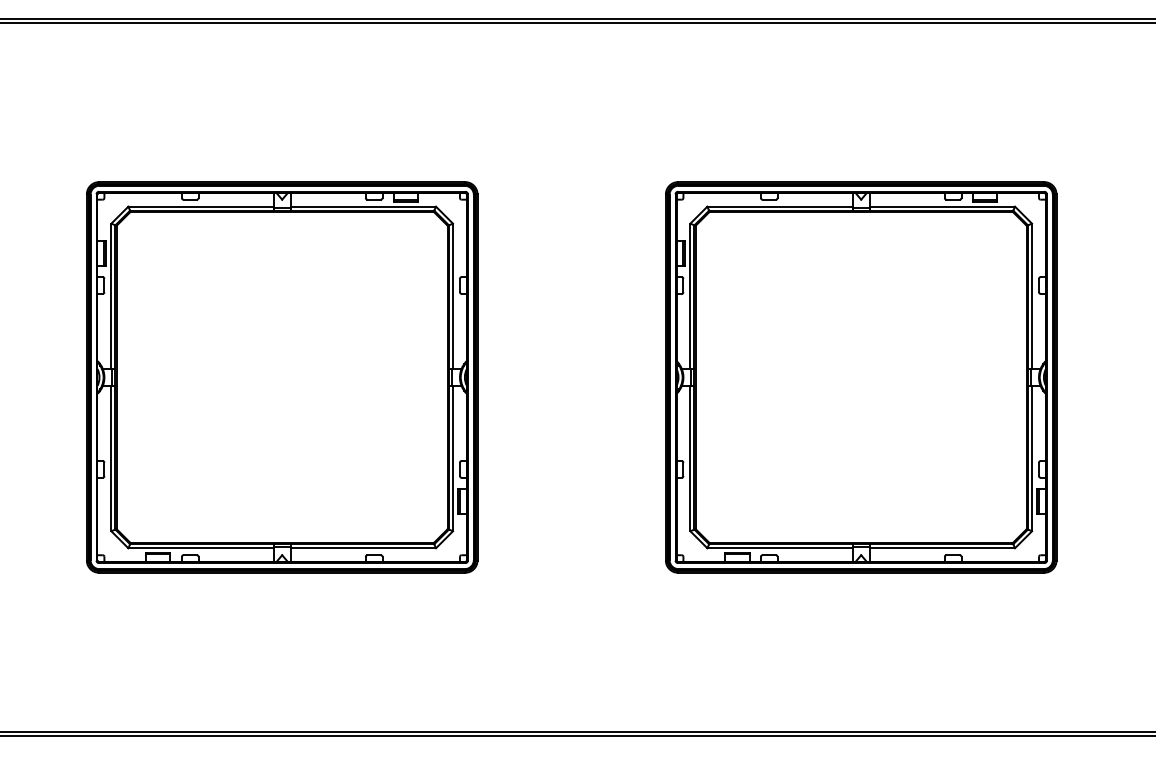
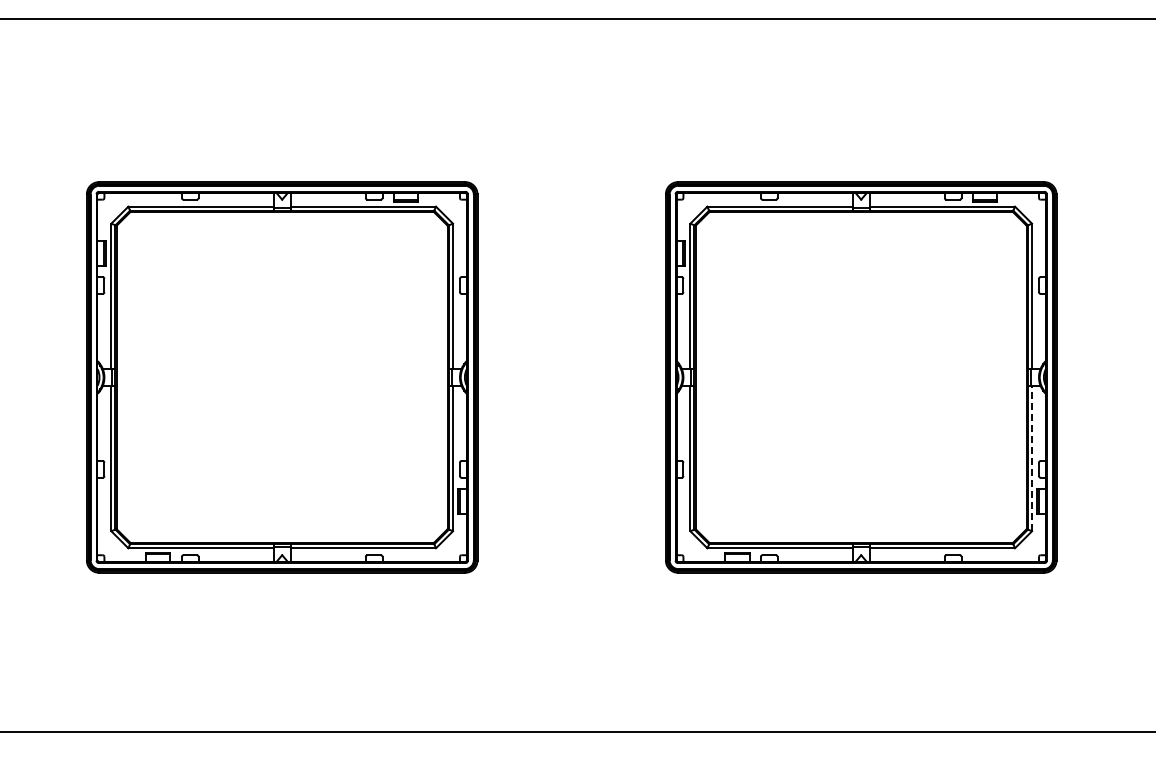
line at (577, 22): present -> none
line at (1032, 458): solid -> dashed
line at (577, 736): present -> none
